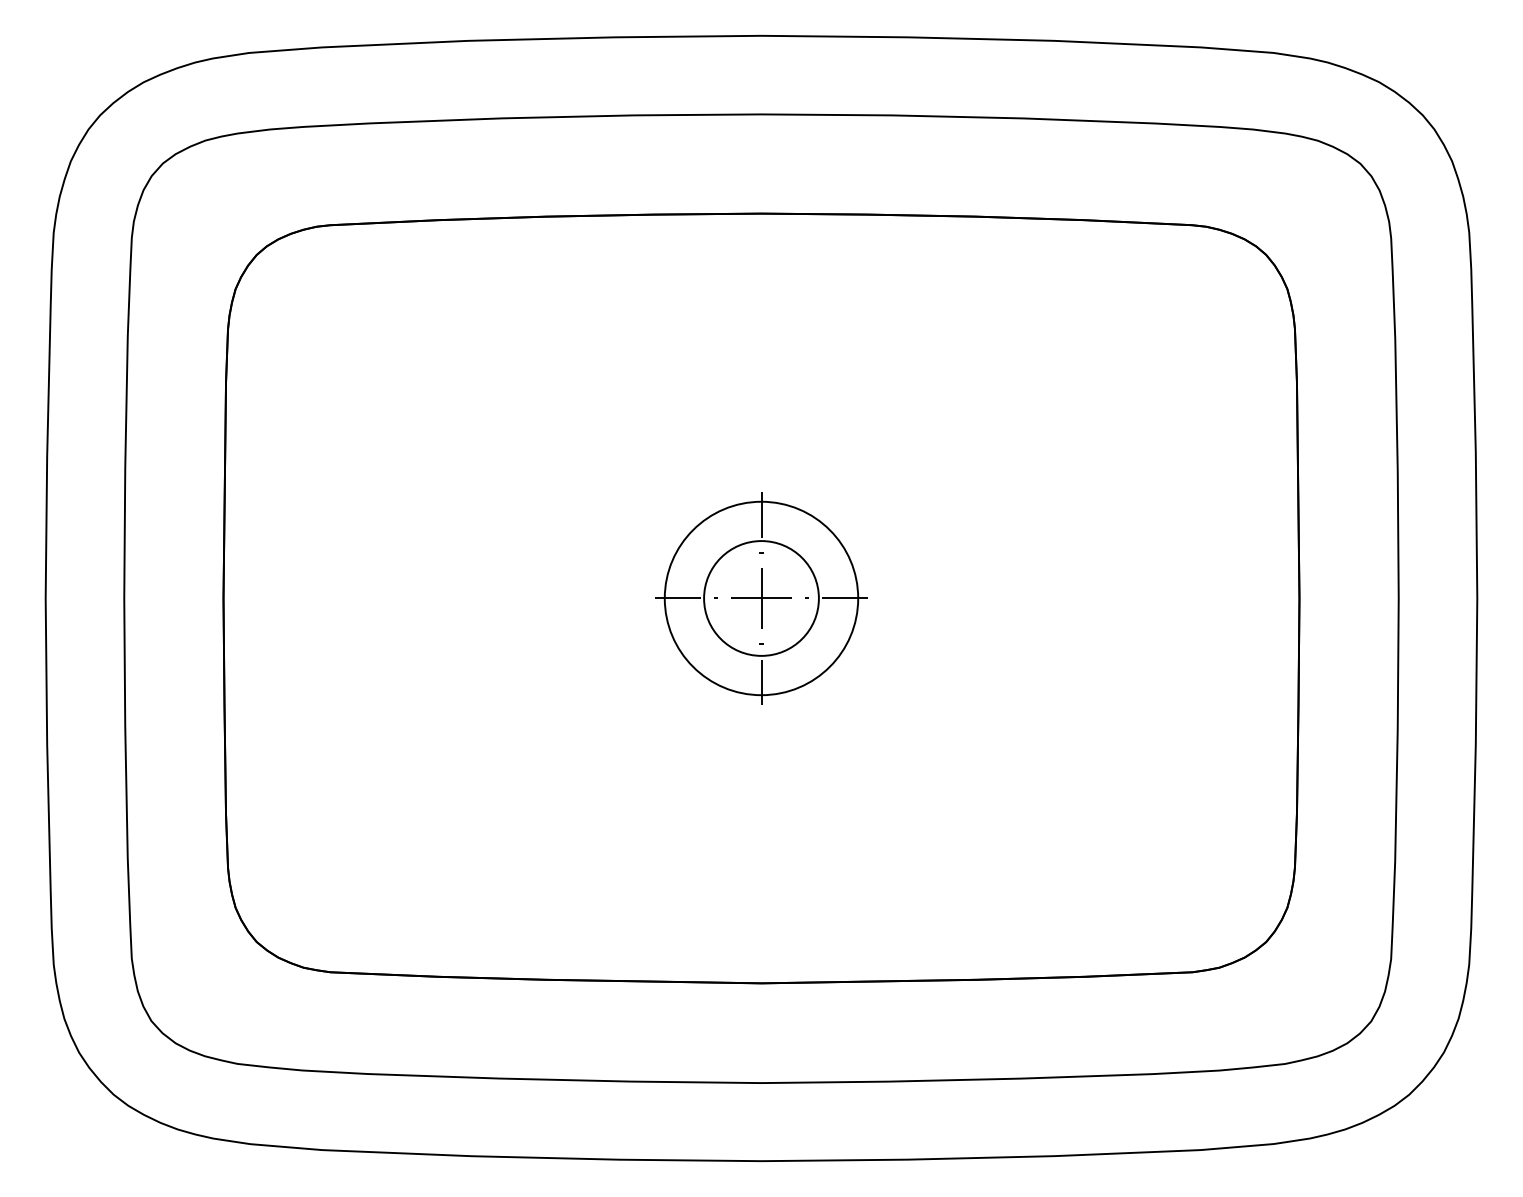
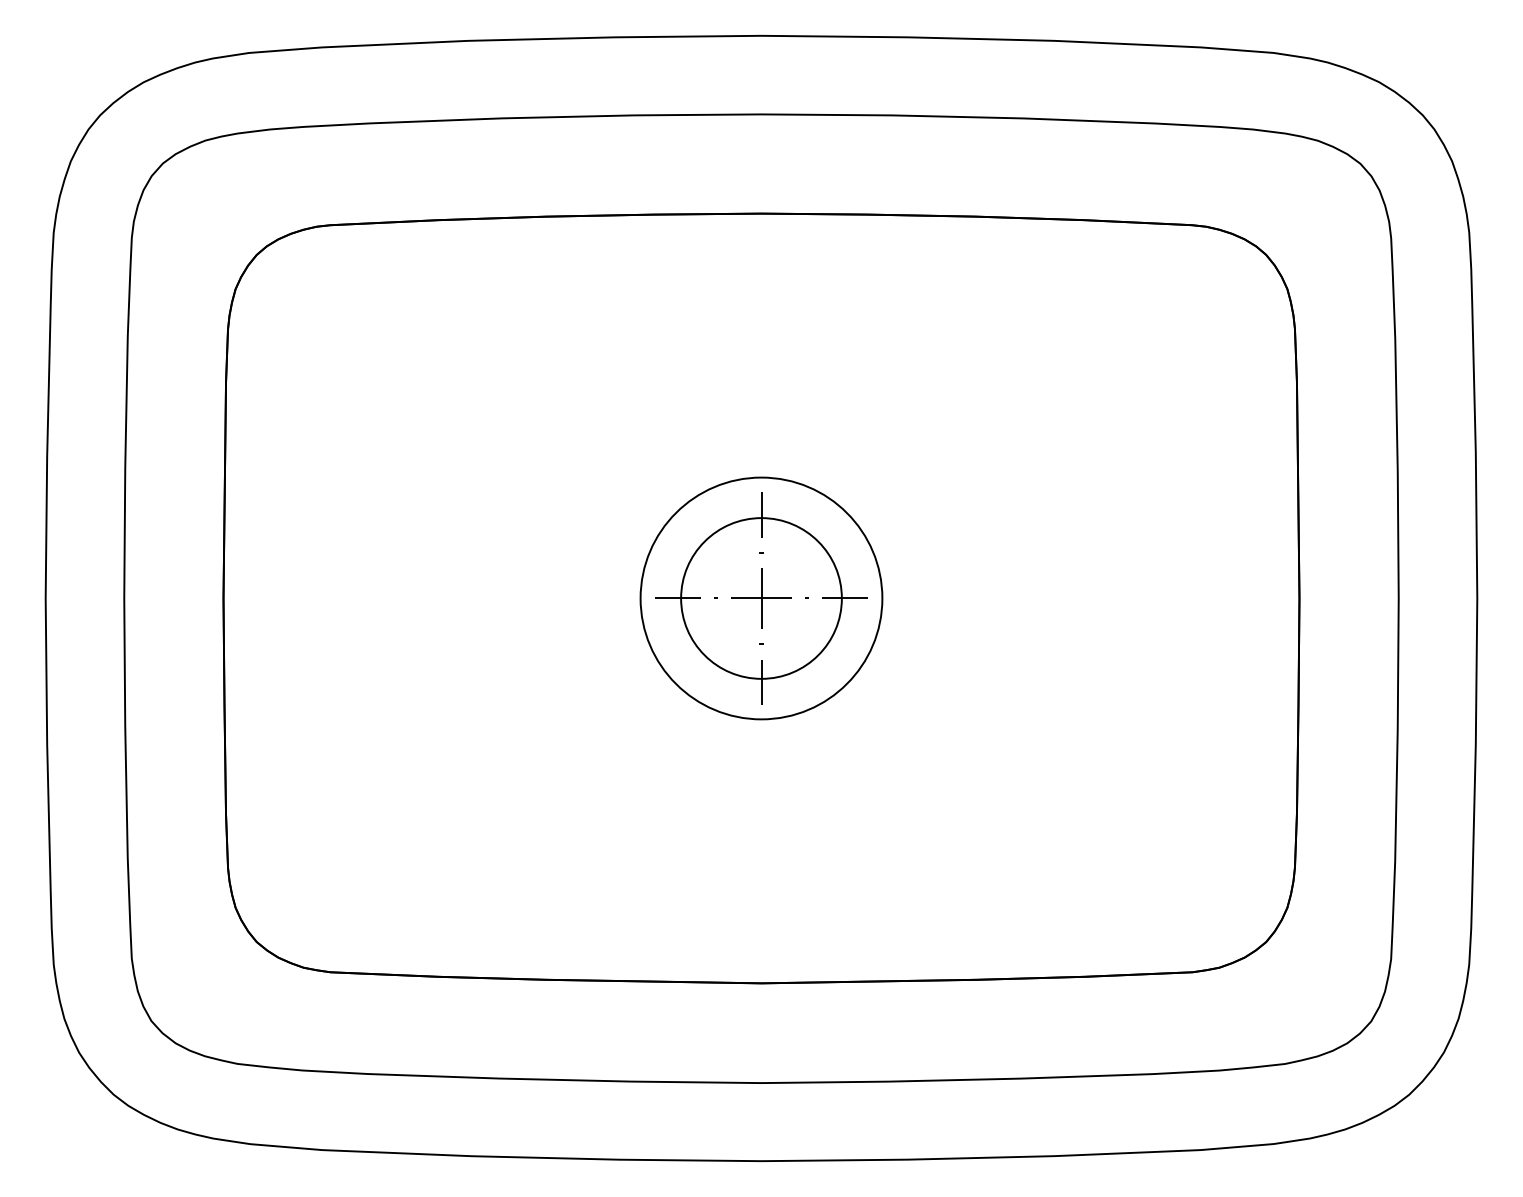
circle at (761, 598) diameter: 115 px -> 161 px
circle at (761, 598) diameter: 193 px -> 242 px
